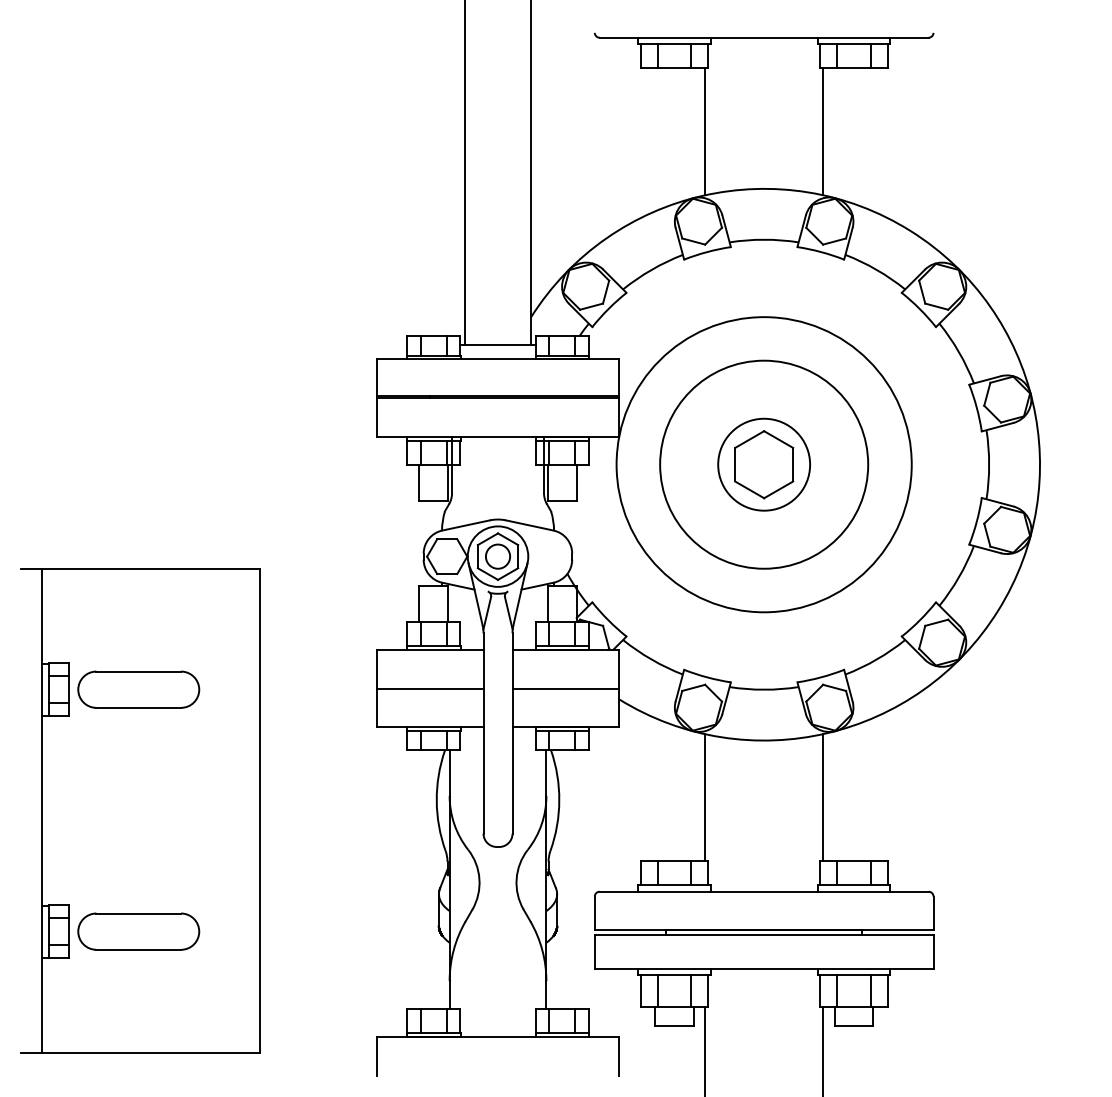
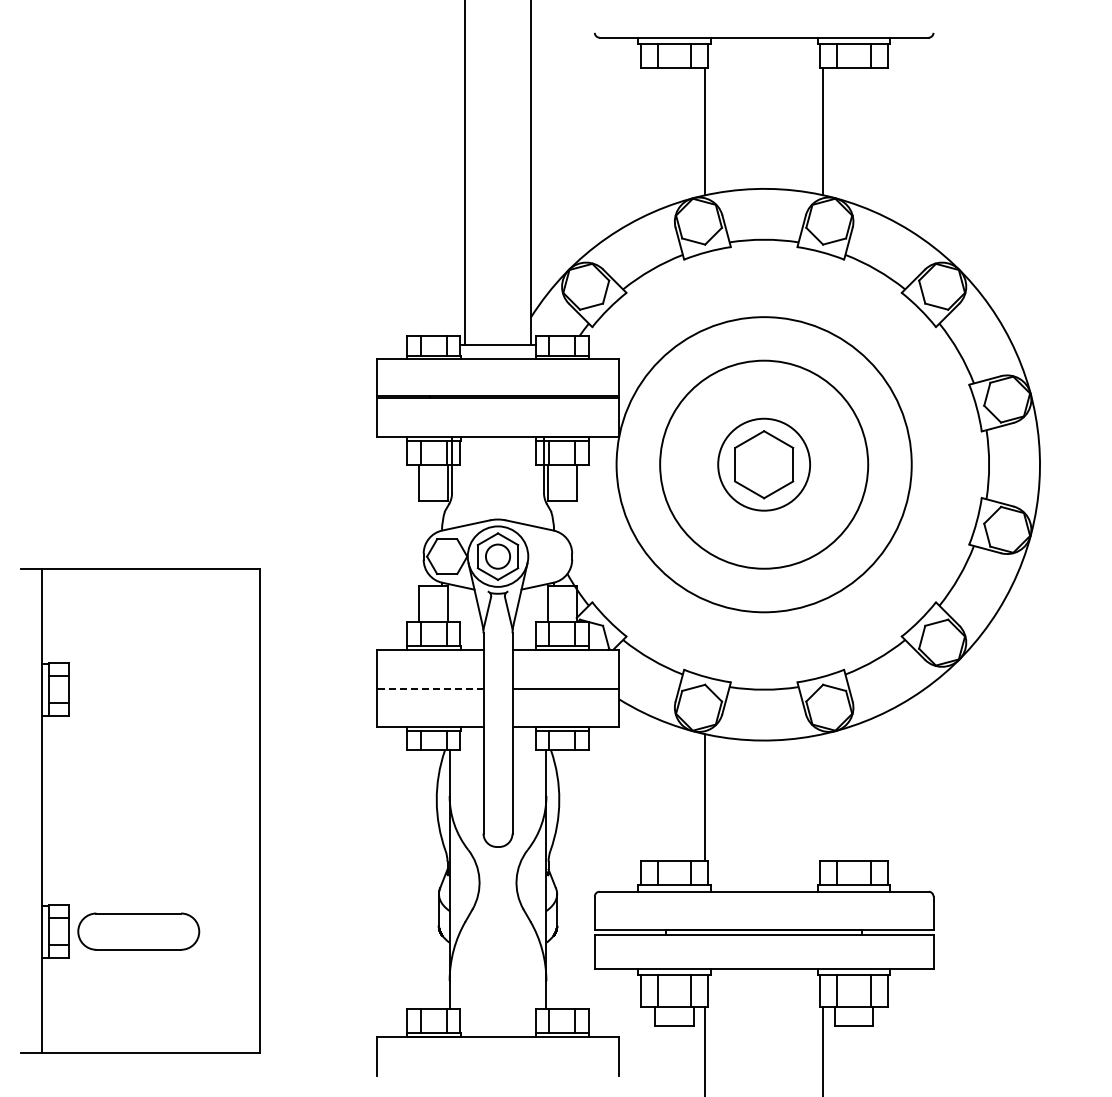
line at (429, 688): solid -> dashed
part at (138, 689): present -> none
line at (822, 797): present -> none
